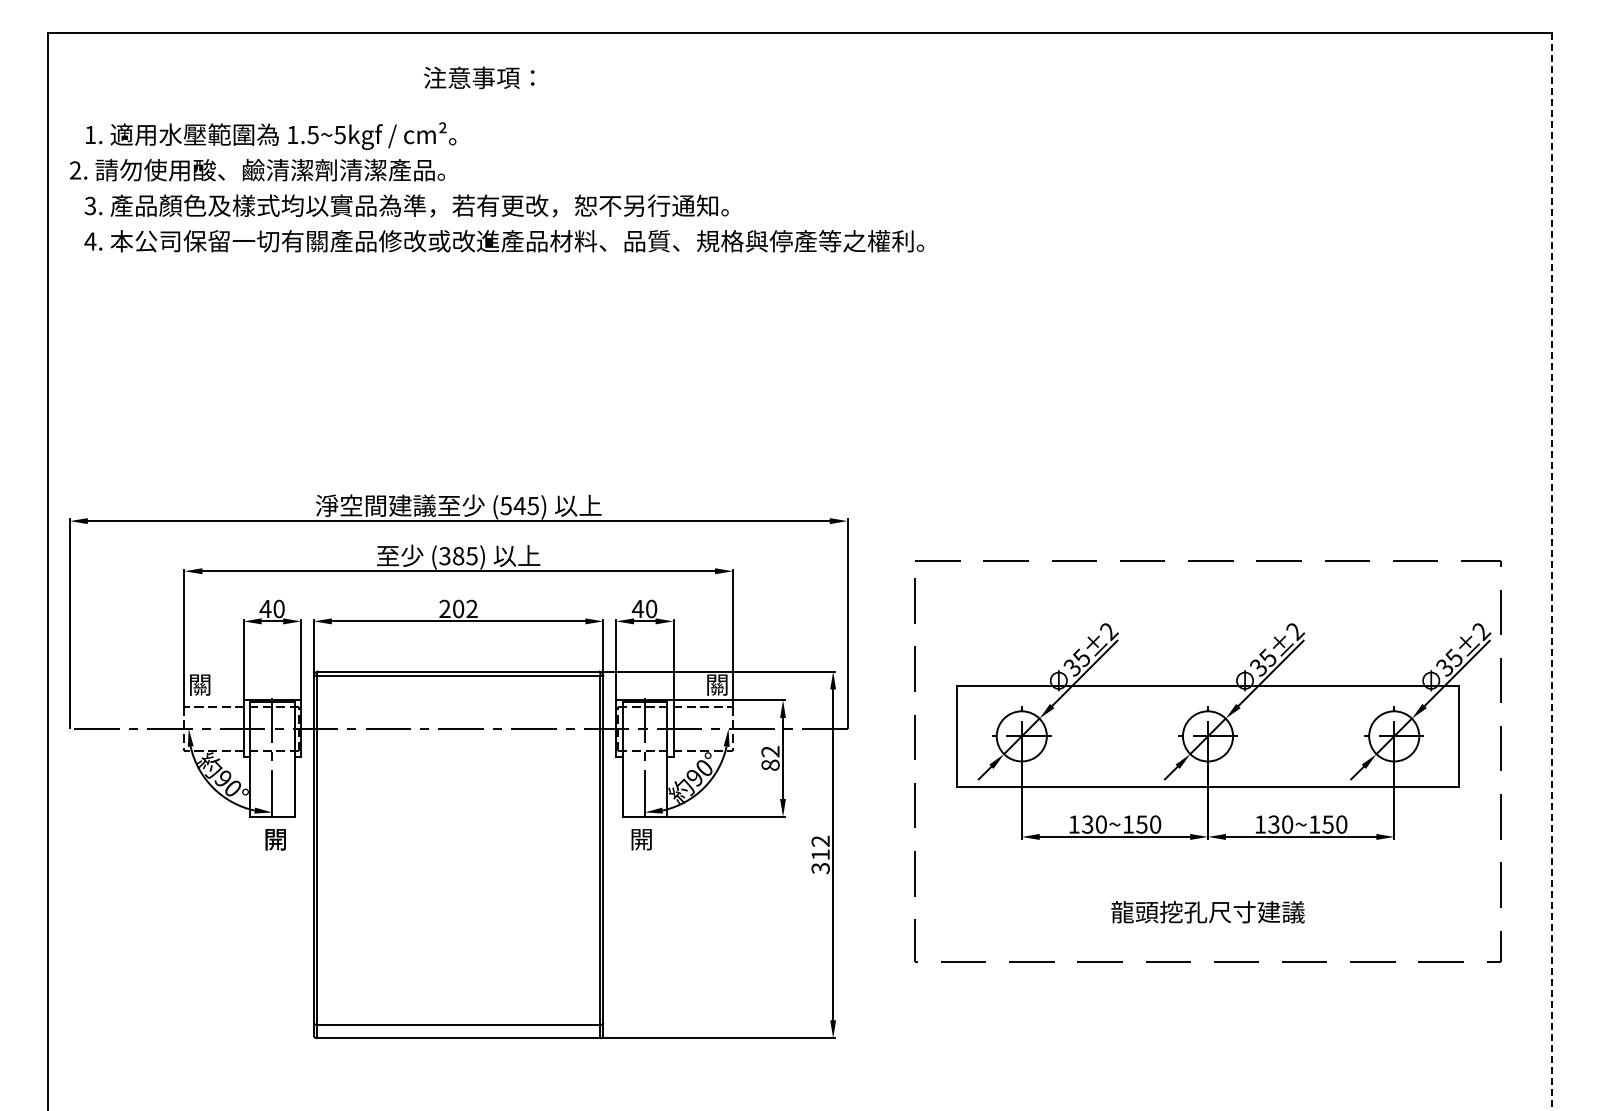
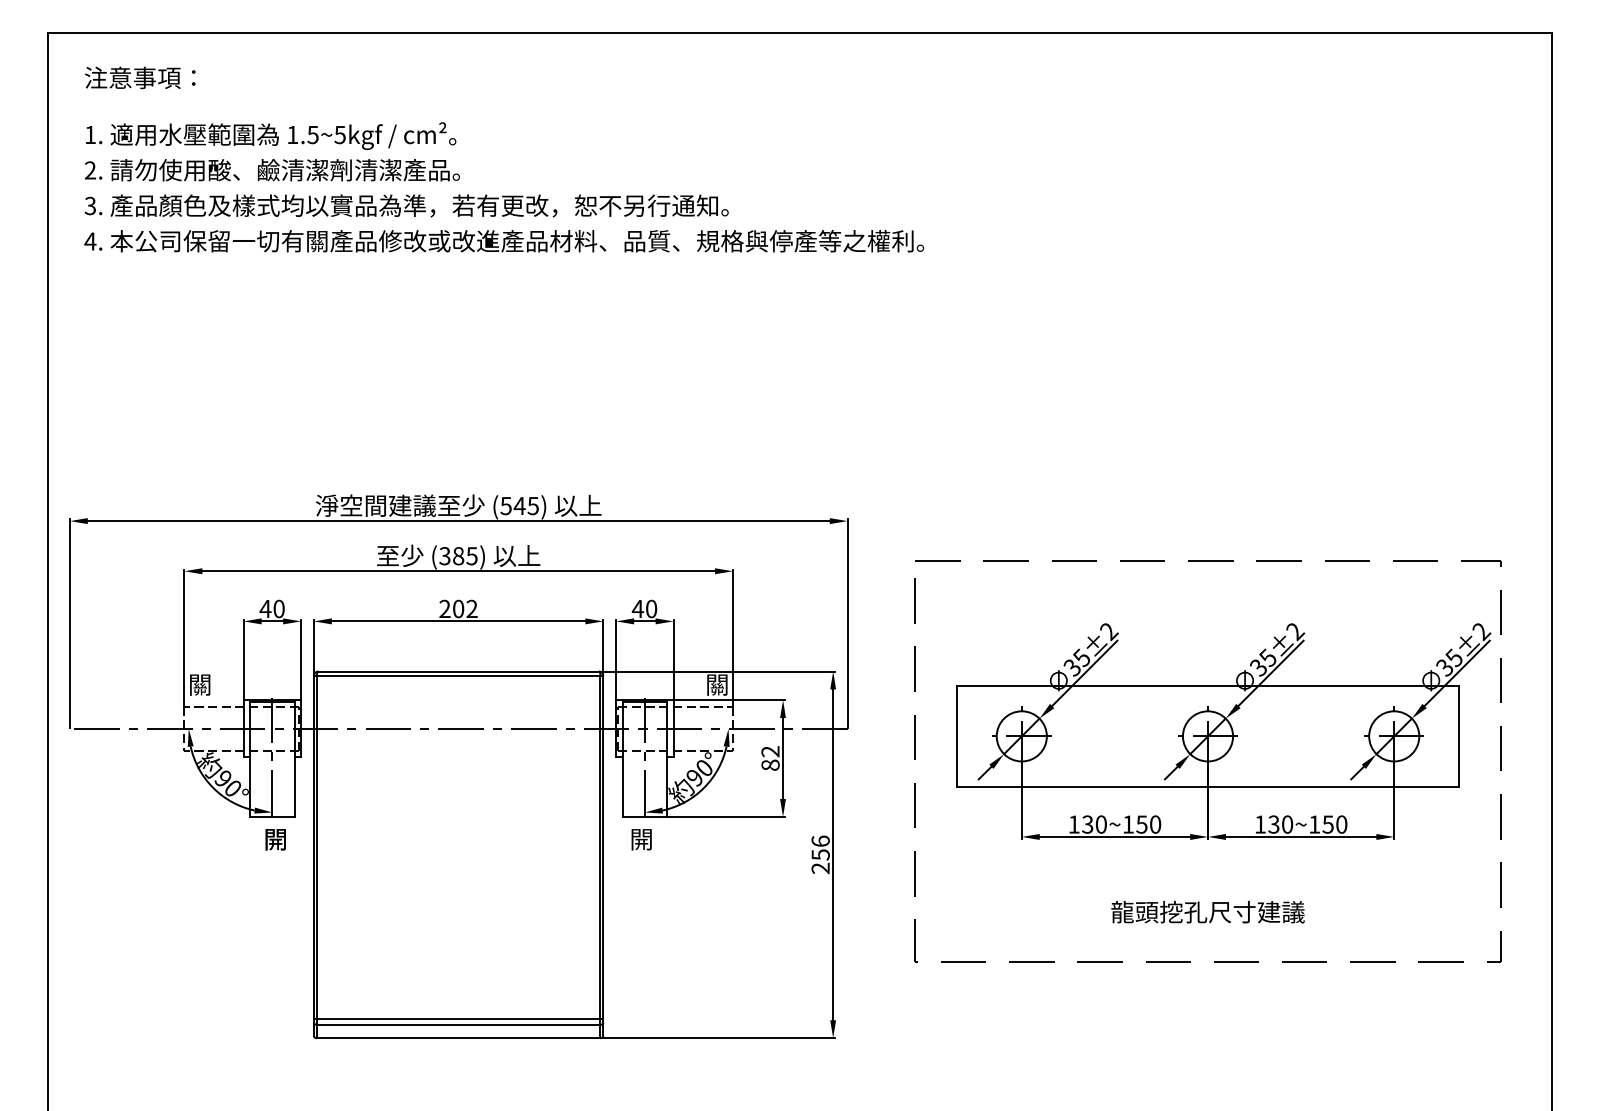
text at (479, 77) position: (479, 77) -> (140, 77)
text at (257, 170) position: (257, 170) -> (272, 170)
line at (1552, 572): dashed -> solid
text at (820, 854): 312 -> 256
line at (458, 1019): none -> present
